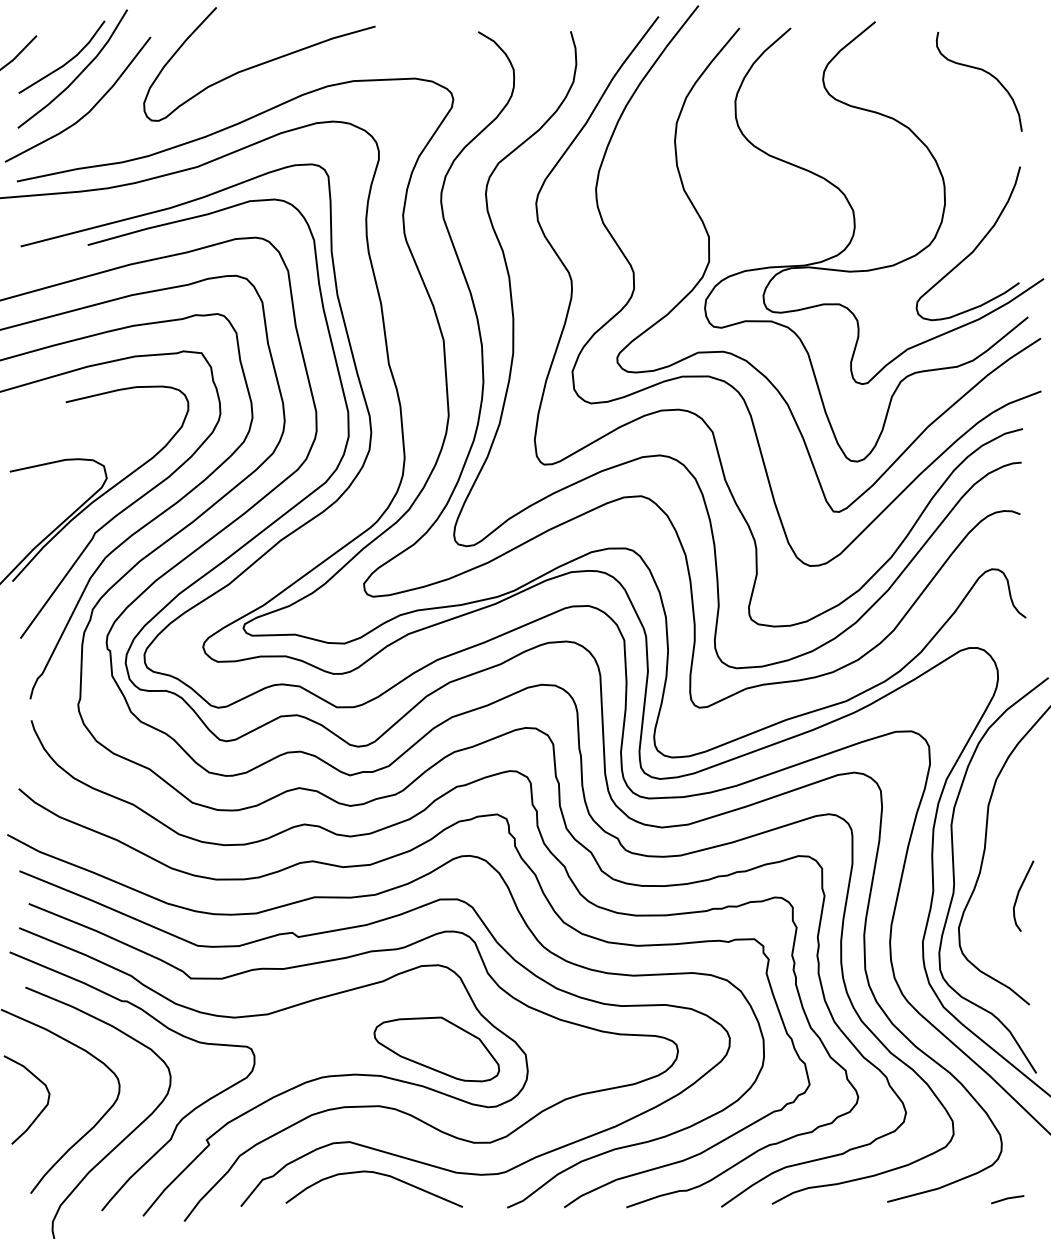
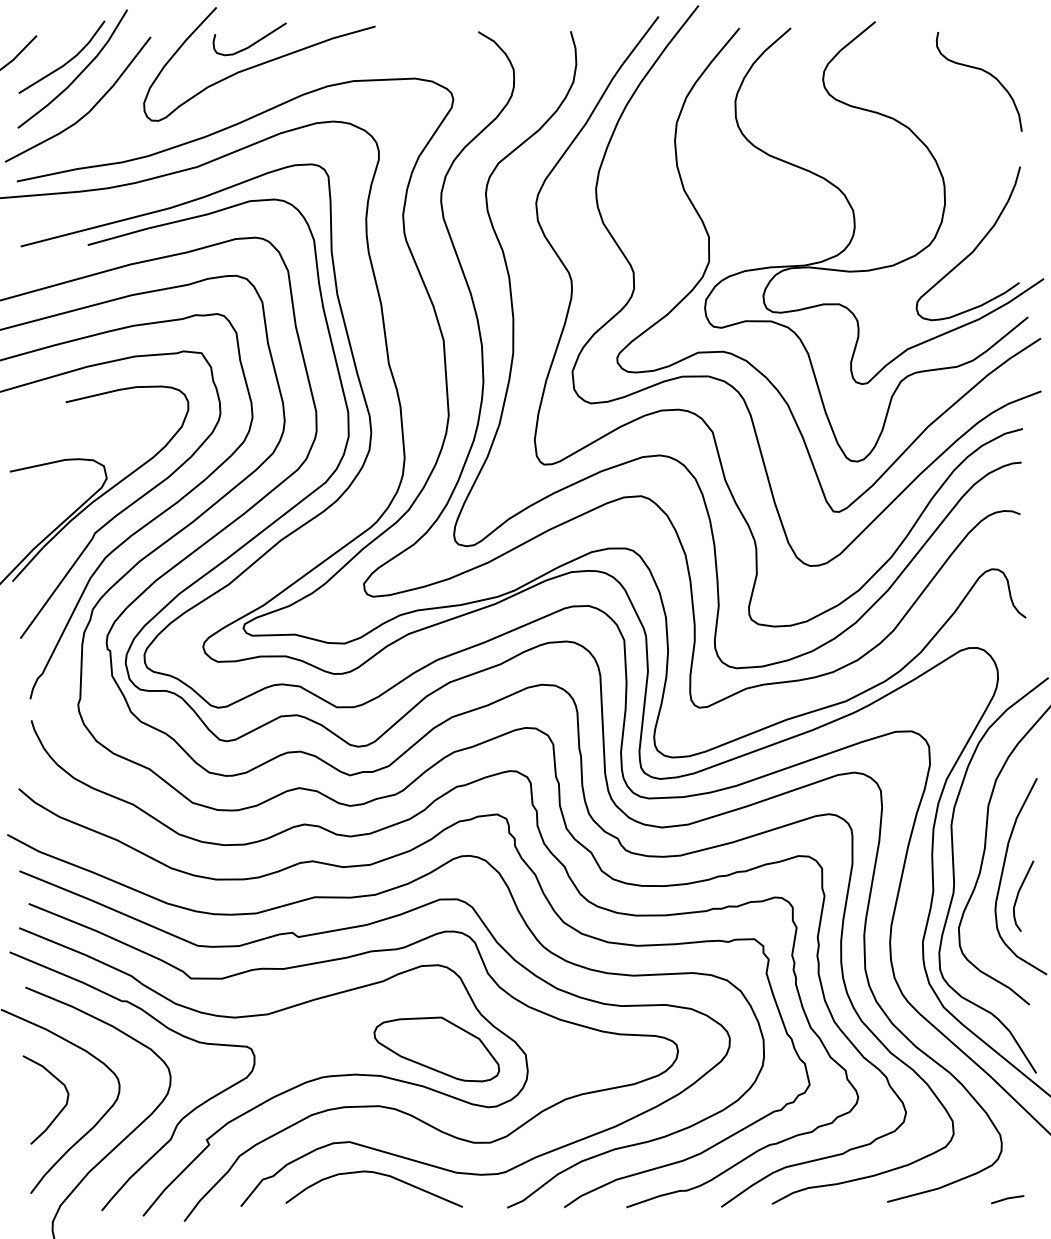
curve at (252, 43): none -> present
curve at (1003, 872): none -> present
part at (39, 1112) position: (39, 1112) -> (58, 1112)
